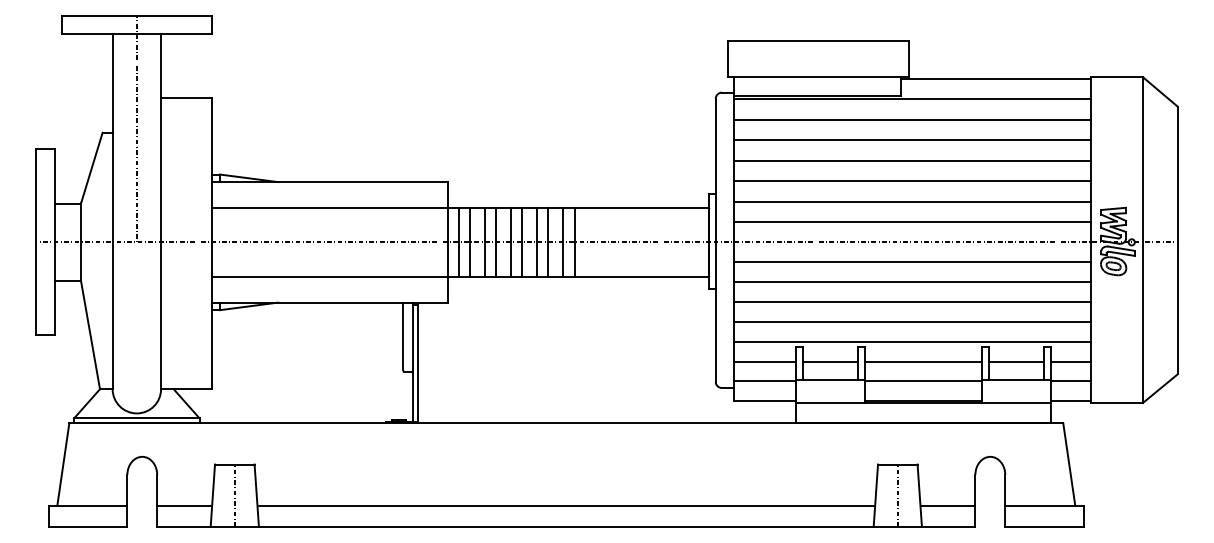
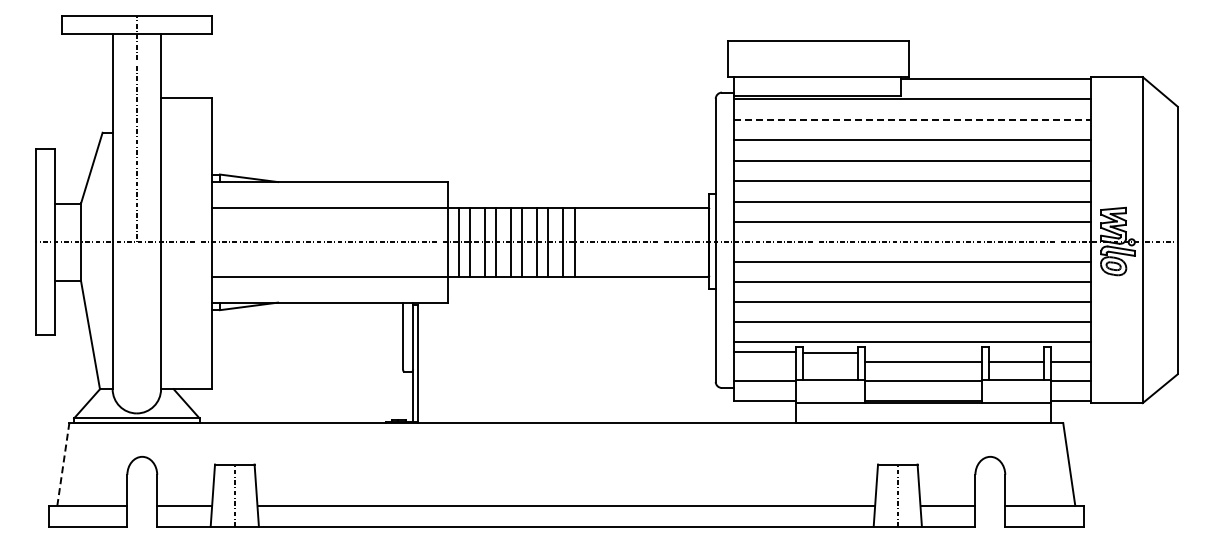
line at (913, 119): solid -> dashed
line at (764, 361) position: (764, 361) -> (764, 351)
line at (830, 361) position: (830, 361) -> (830, 352)
line at (63, 464): solid -> dashed
